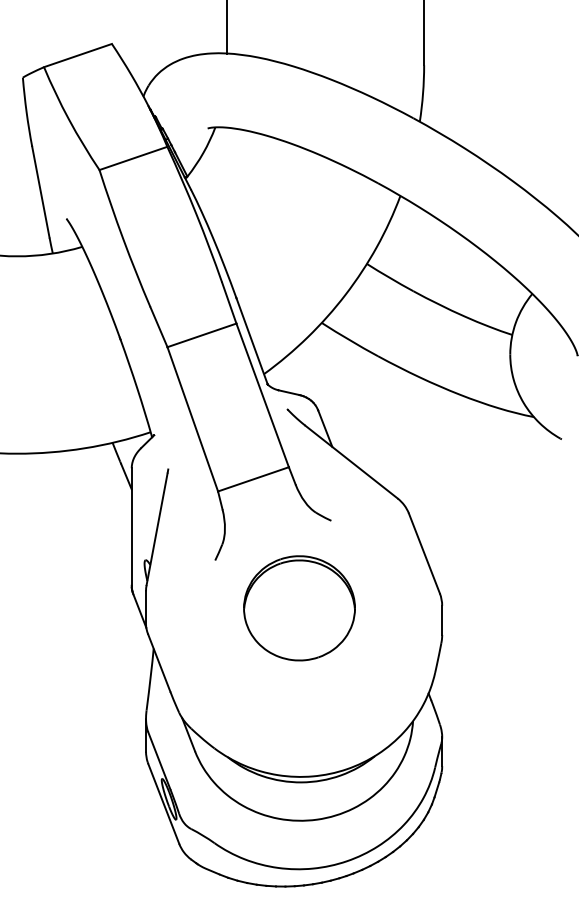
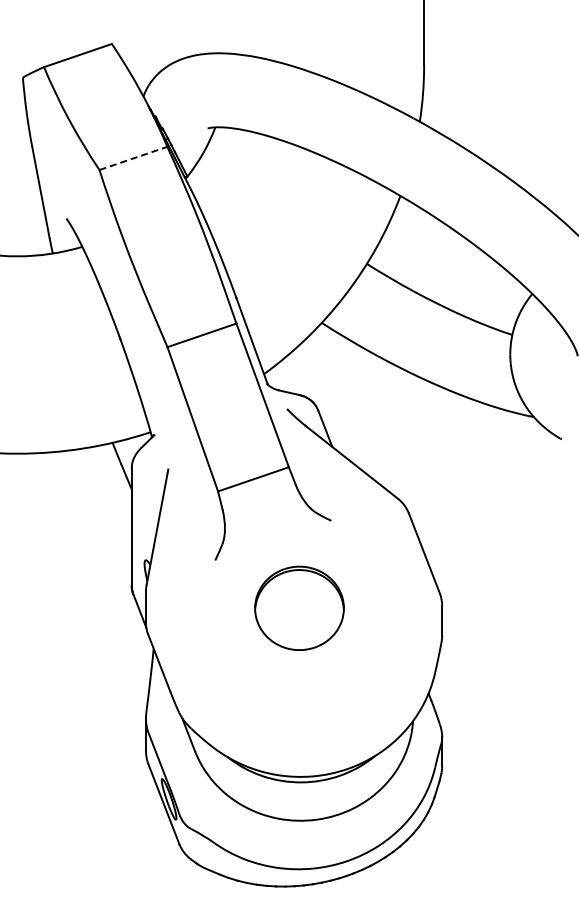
line at (226, 27): present -> none
line at (133, 158): solid -> dashed
part at (299, 608) size: 113x107 px -> 91x86 px
